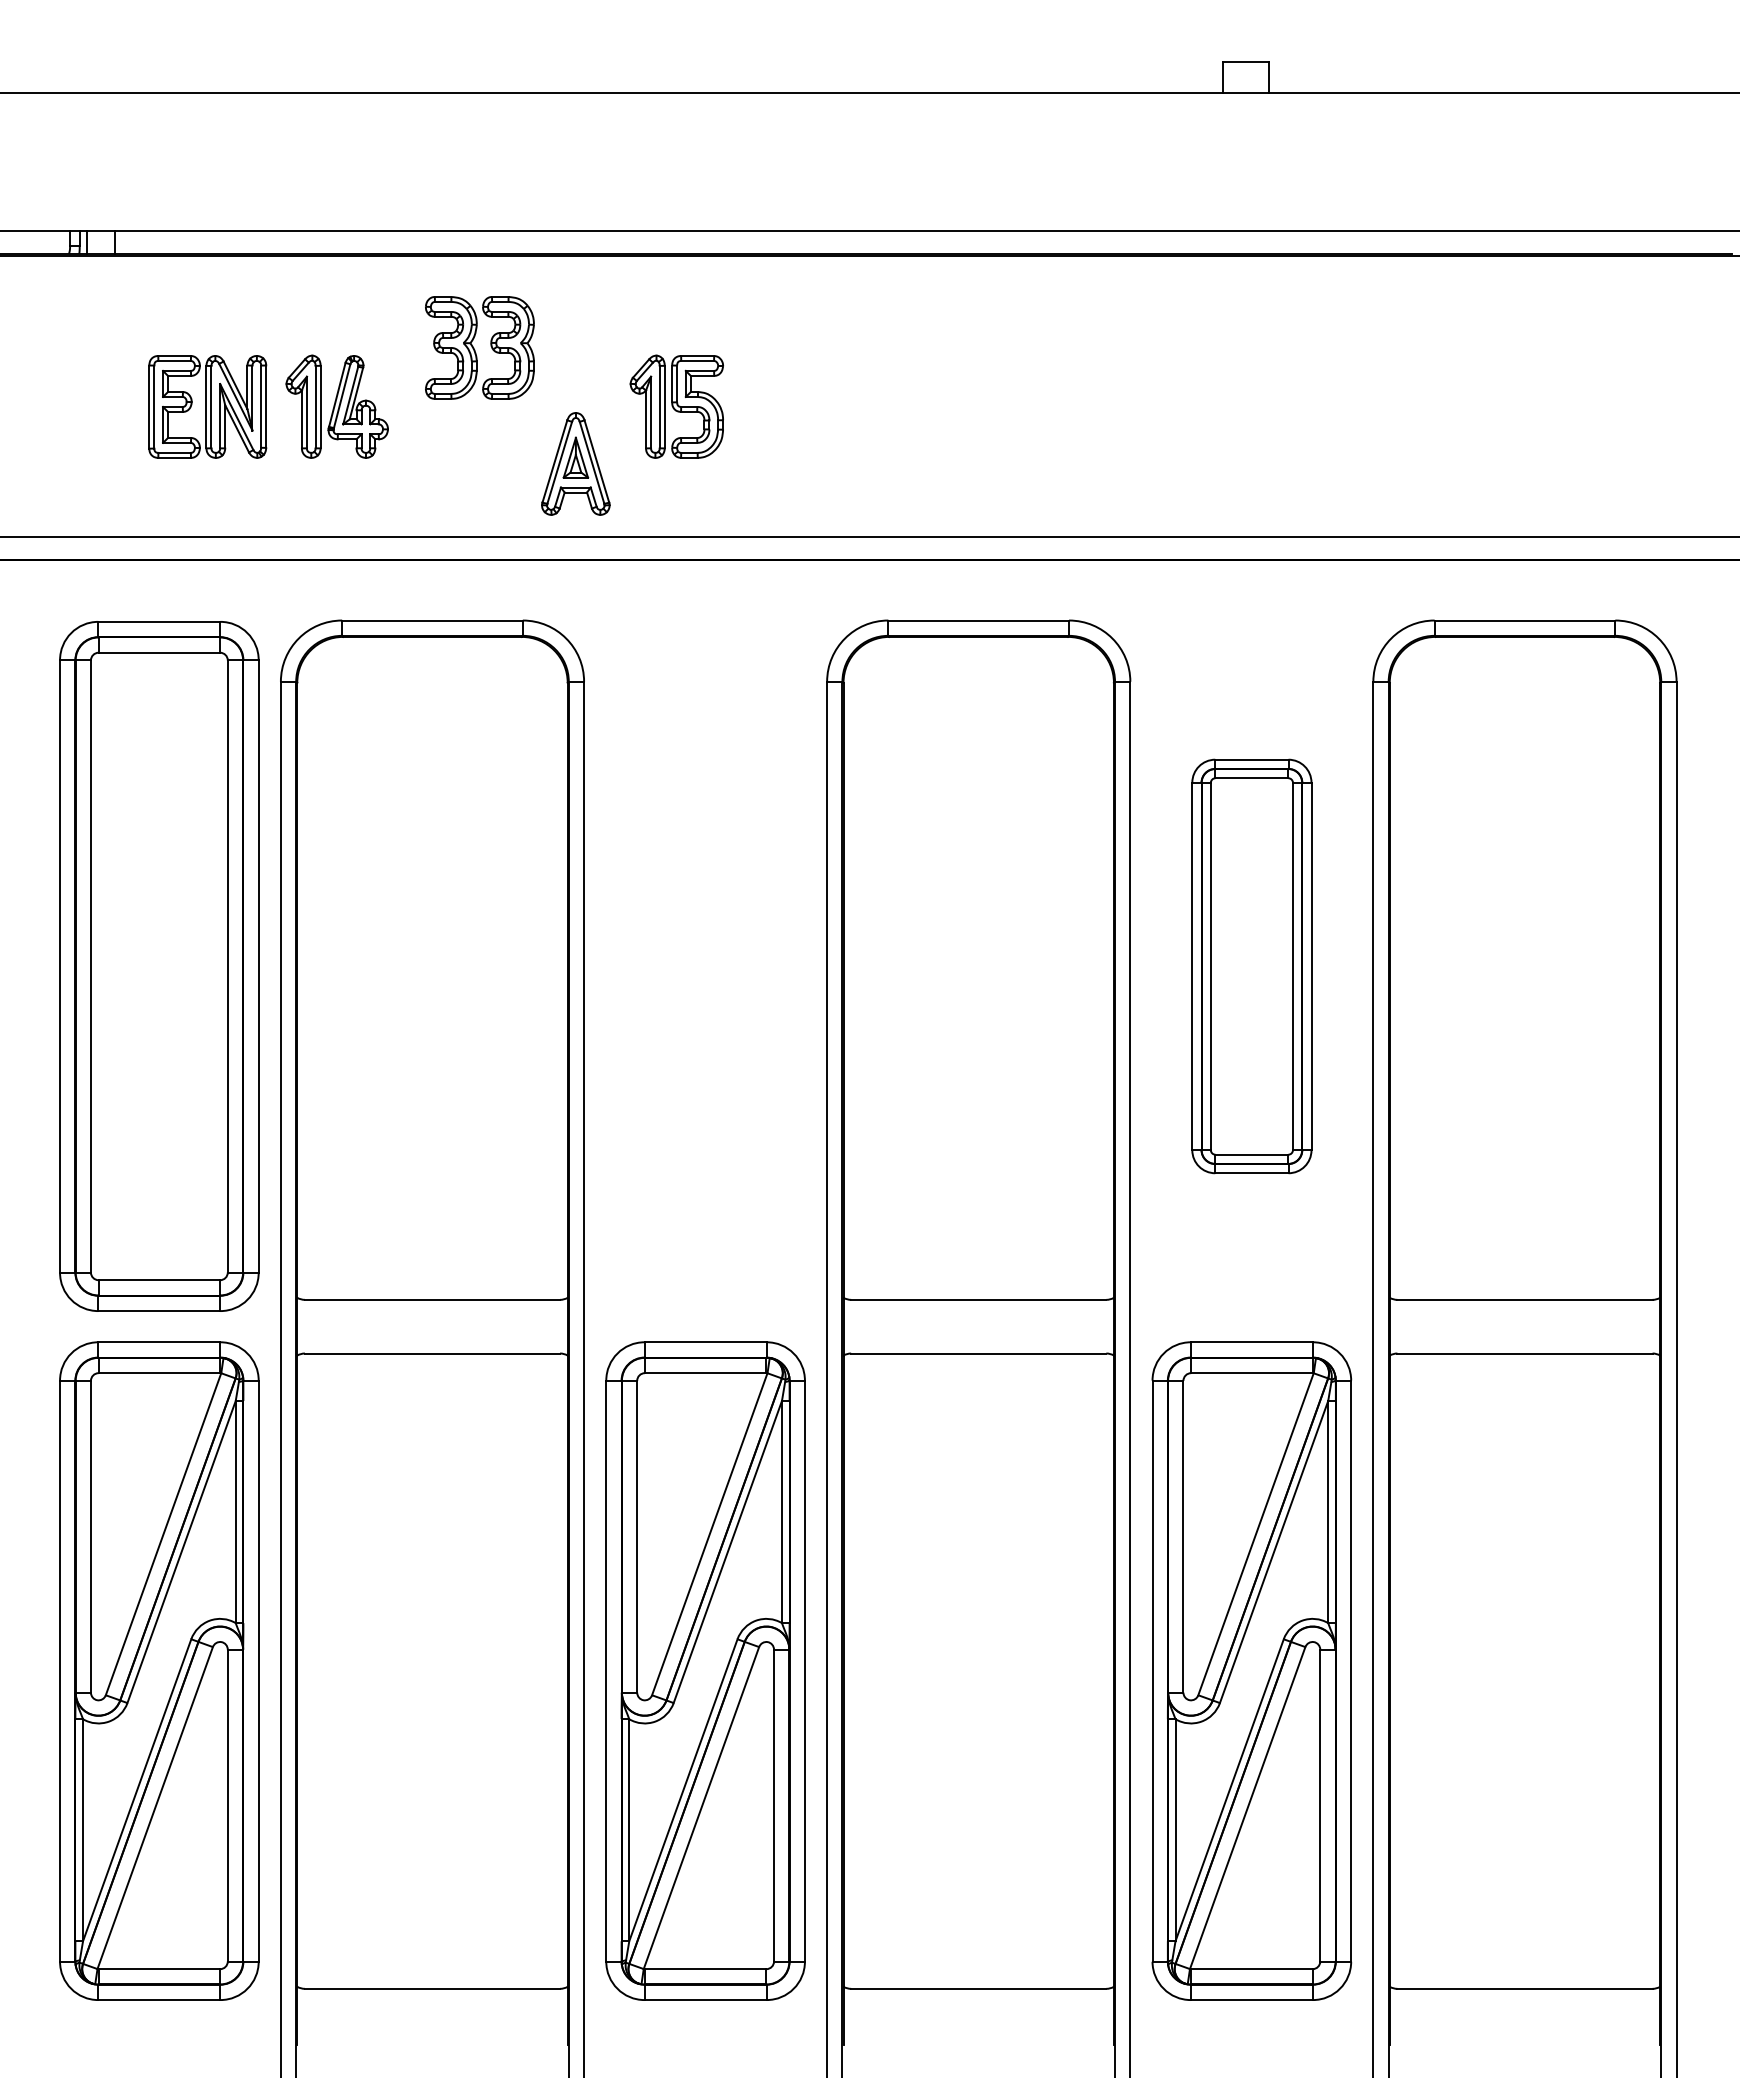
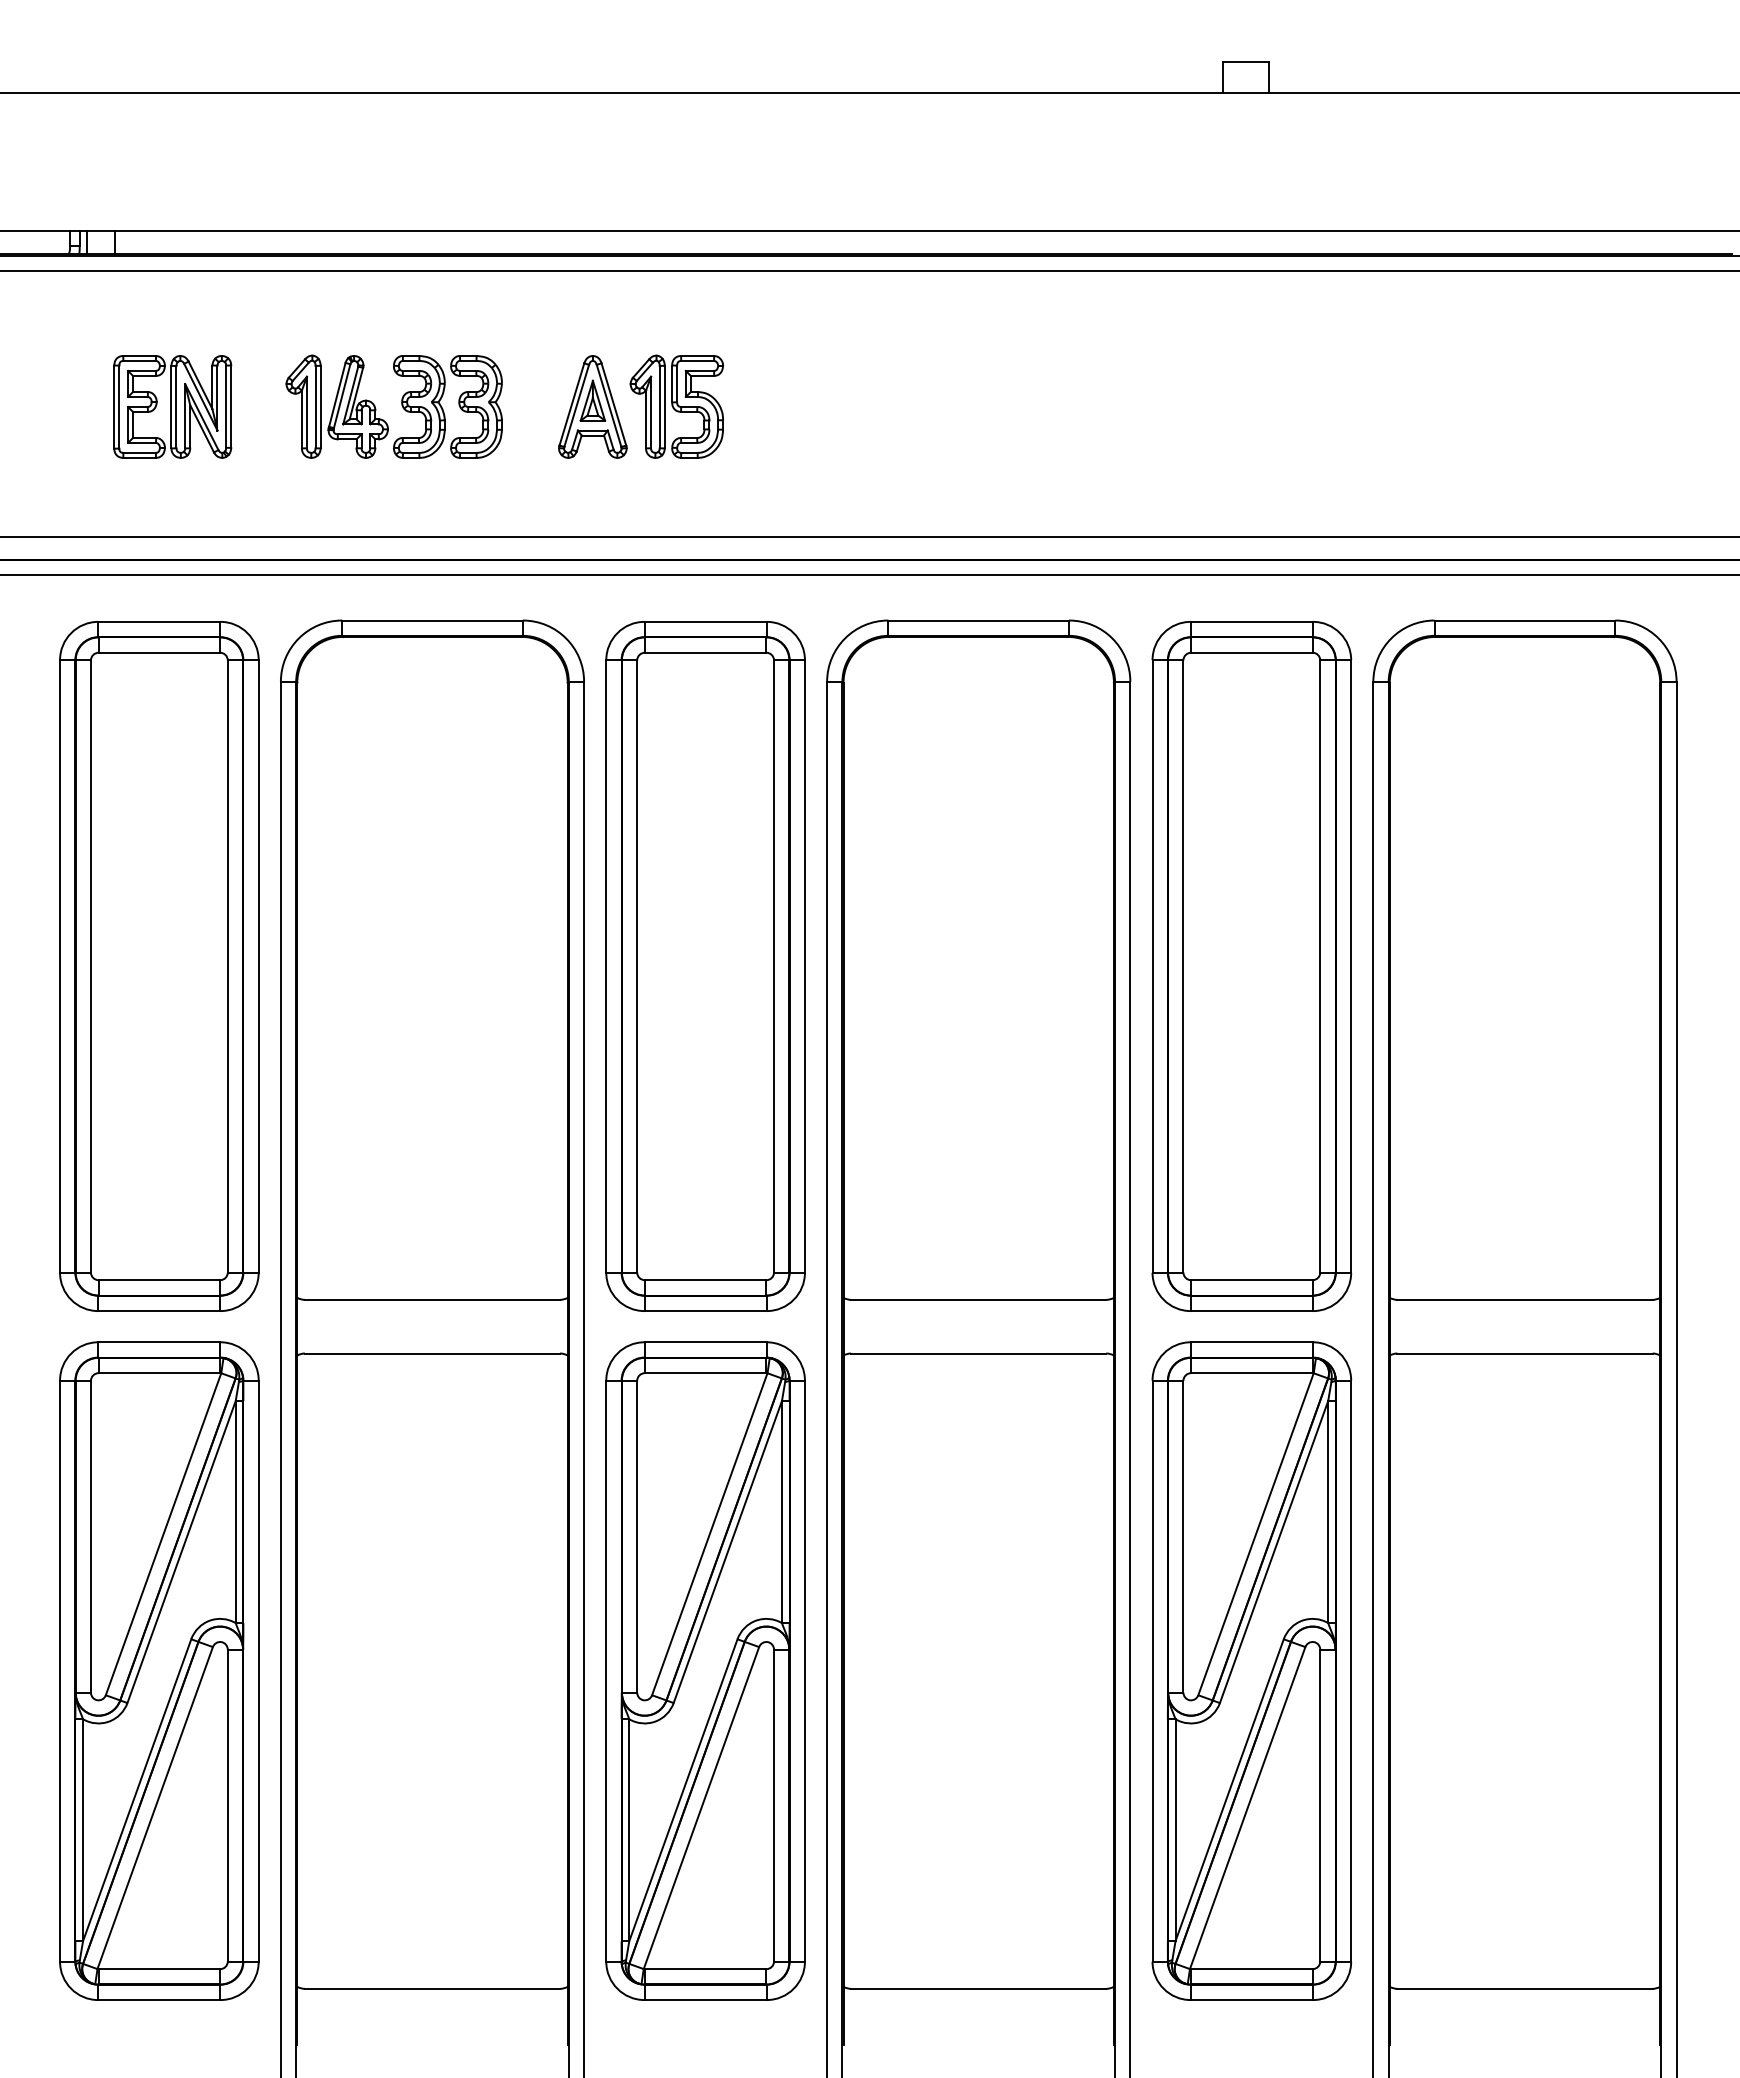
line at (869, 271): none -> present
part at (479, 347) position: (479, 347) -> (447, 406)
part at (207, 406) position: (207, 406) -> (172, 406)
part at (575, 463) position: (575, 463) -> (592, 406)
line at (869, 575): none -> present
part at (705, 966): none -> present
part at (1251, 966) size: 122x417 px -> 202x691 px
